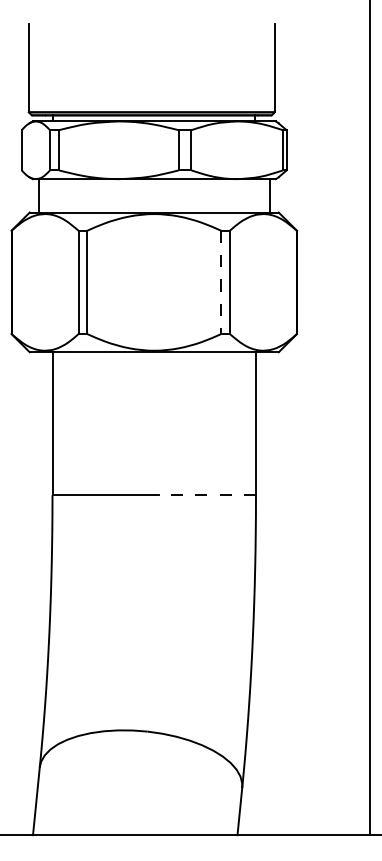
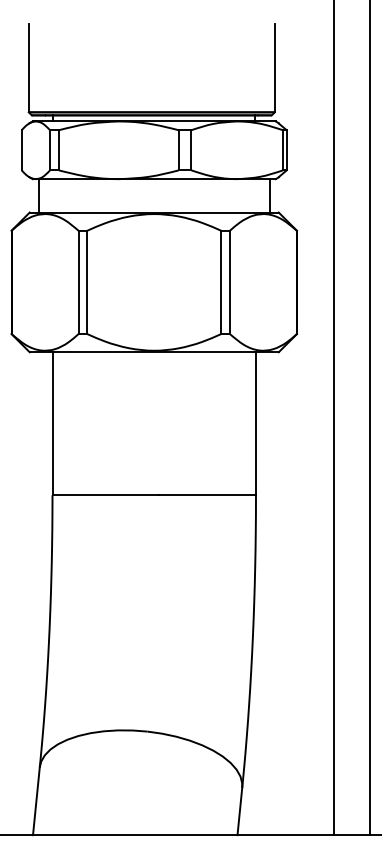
line at (221, 282): dashed -> solid
line at (334, 418): none -> present
line at (207, 495): dashed -> solid
